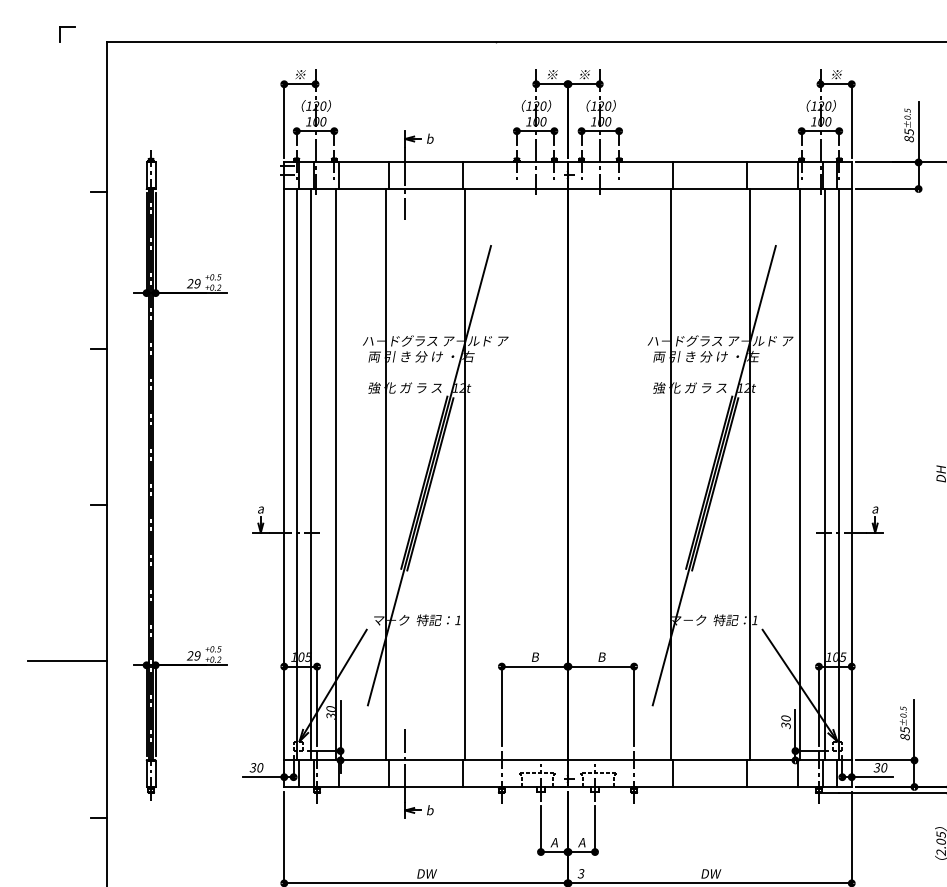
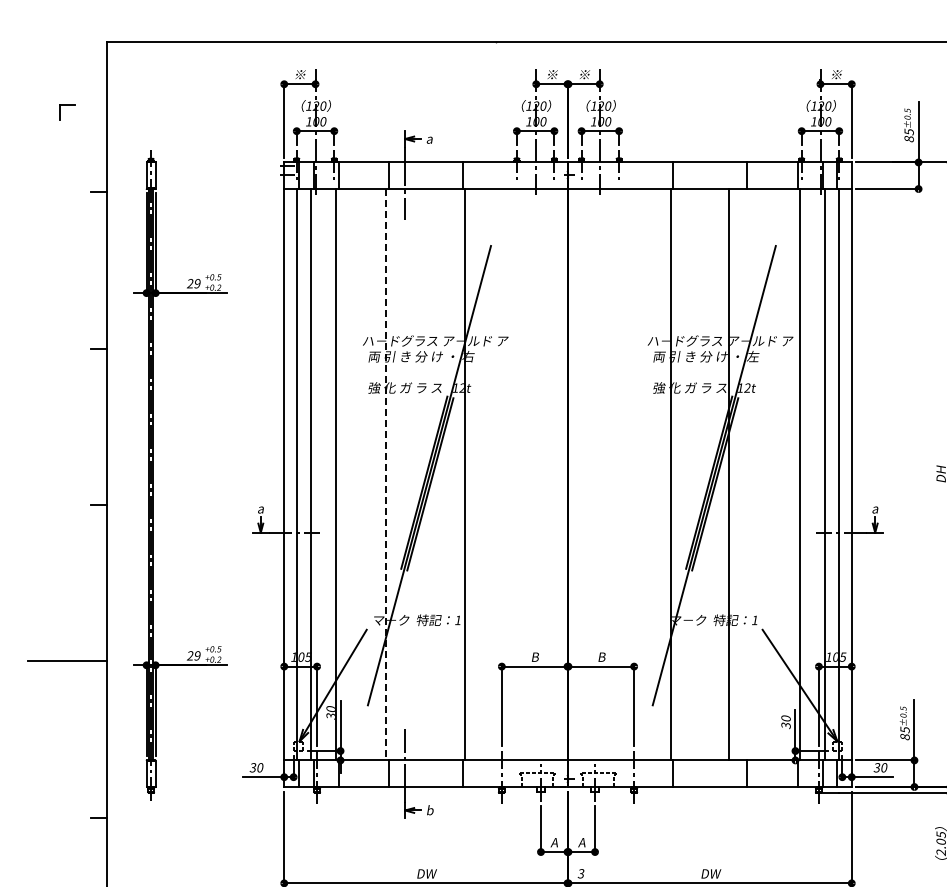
part at (67, 27) position: (67, 27) -> (67, 105)
text at (429, 138): b -> a
line at (385, 474): solid -> dashed
line at (750, 474) position: (750, 474) -> (729, 474)
